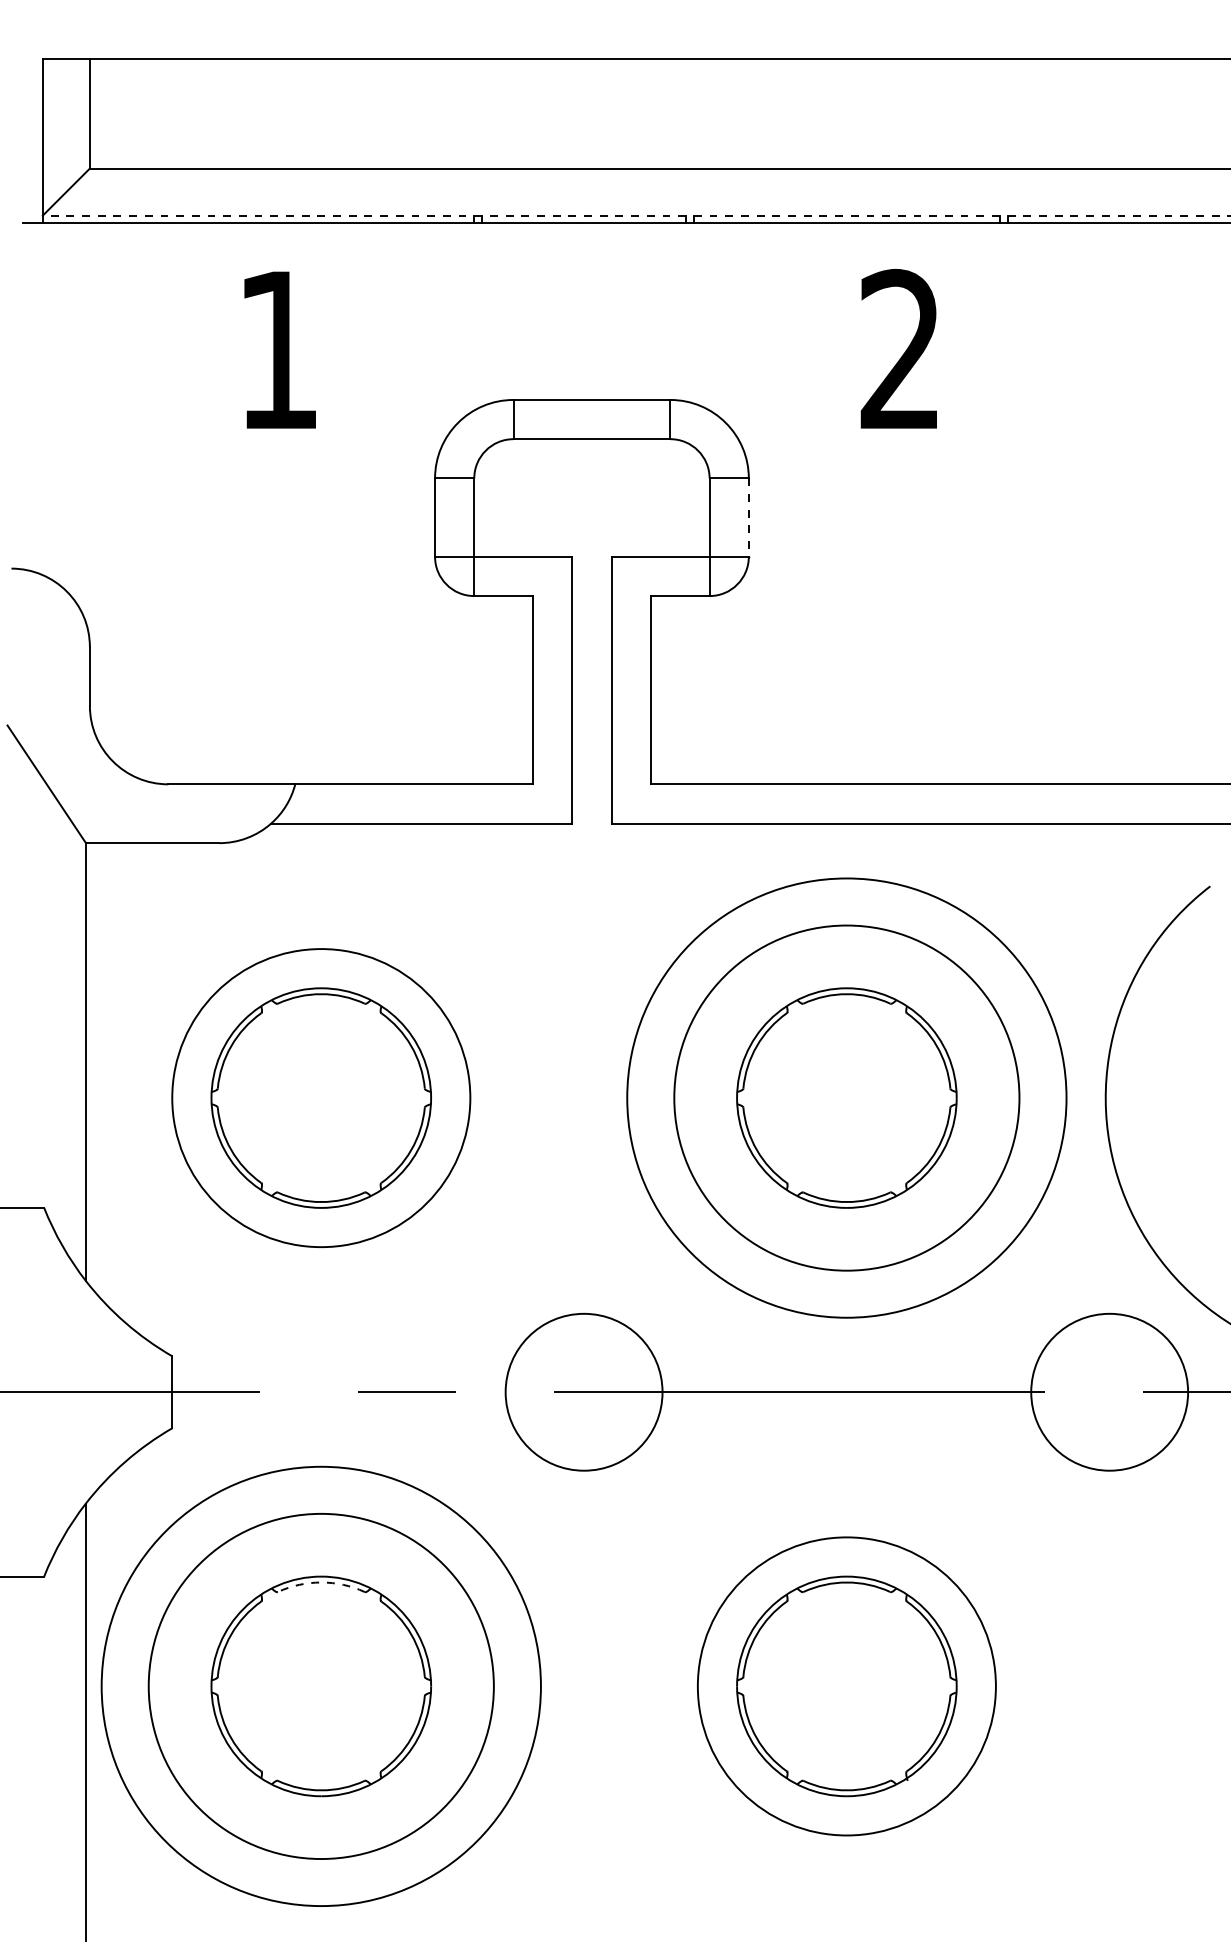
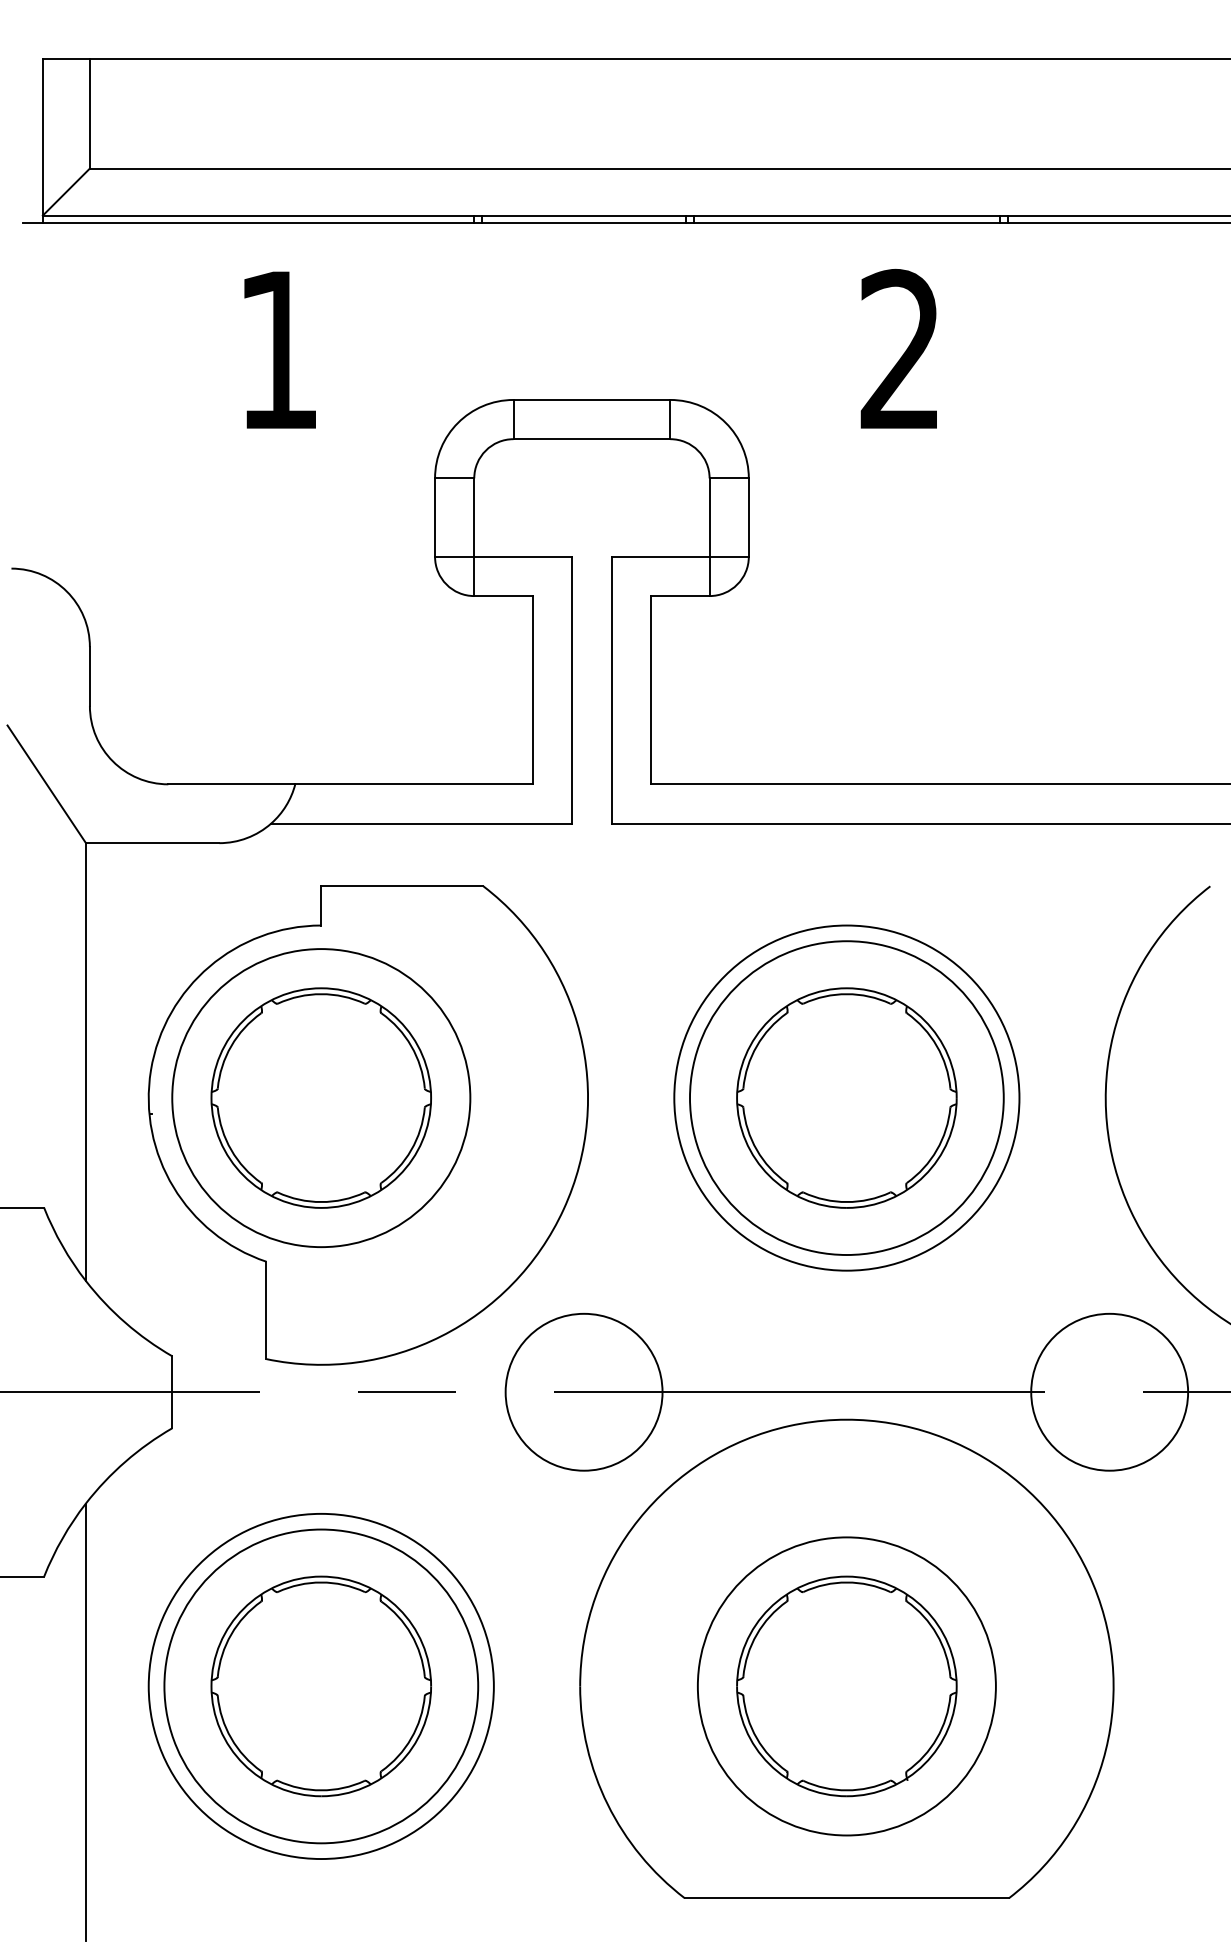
line at (636, 215): dashed -> solid
line at (748, 518): dashed -> solid
circle at (846, 1097) diameter: 439 px -> 314 px
part at (367, 1125): none -> present
arc at (321, 1582): dashed -> solid
part at (846, 1658): none -> present
circle at (320, 1686) diameter: 439 px -> 314 px
